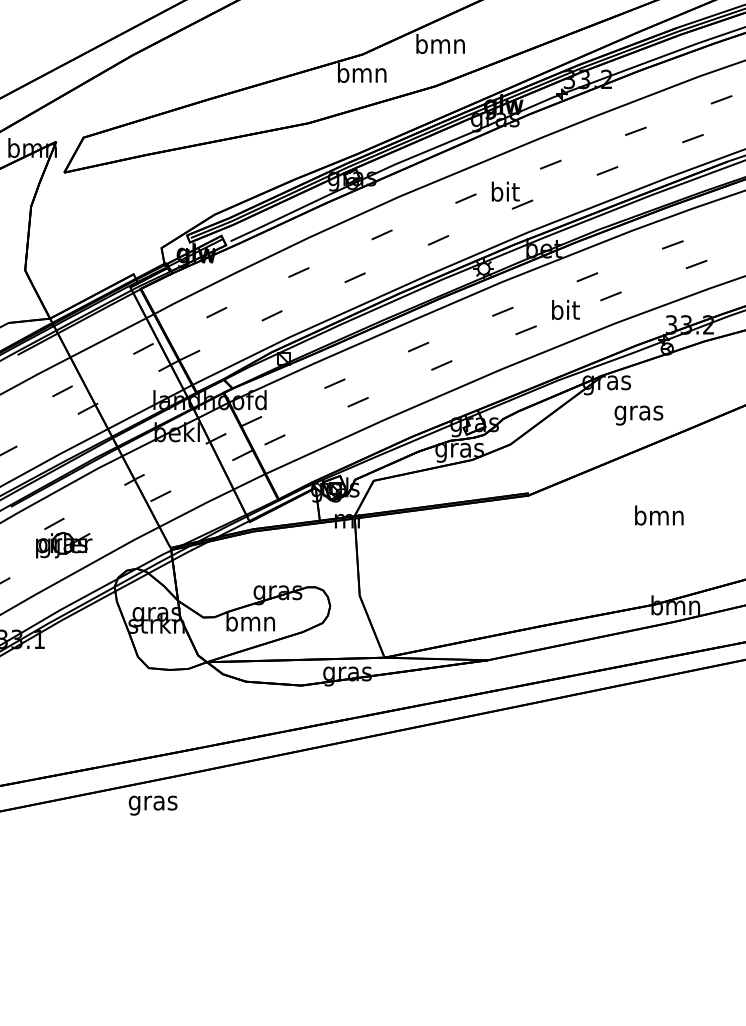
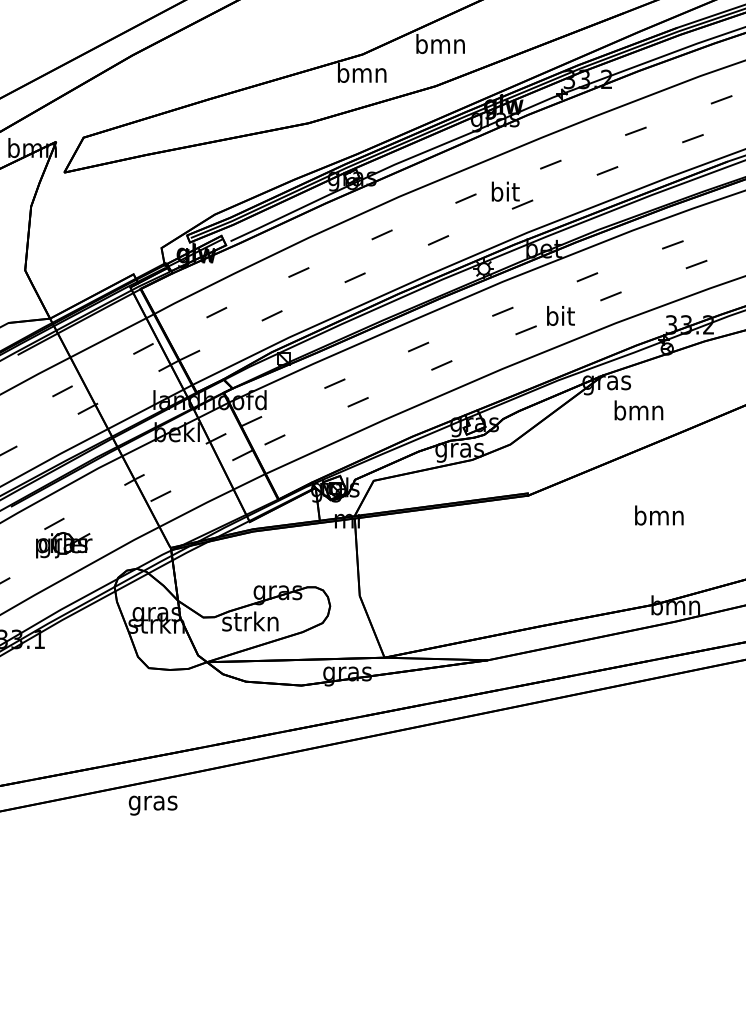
text at (565, 309) position: (565, 309) -> (560, 315)
text at (638, 412): gras -> bmn
text at (250, 621): bmn -> strkn
